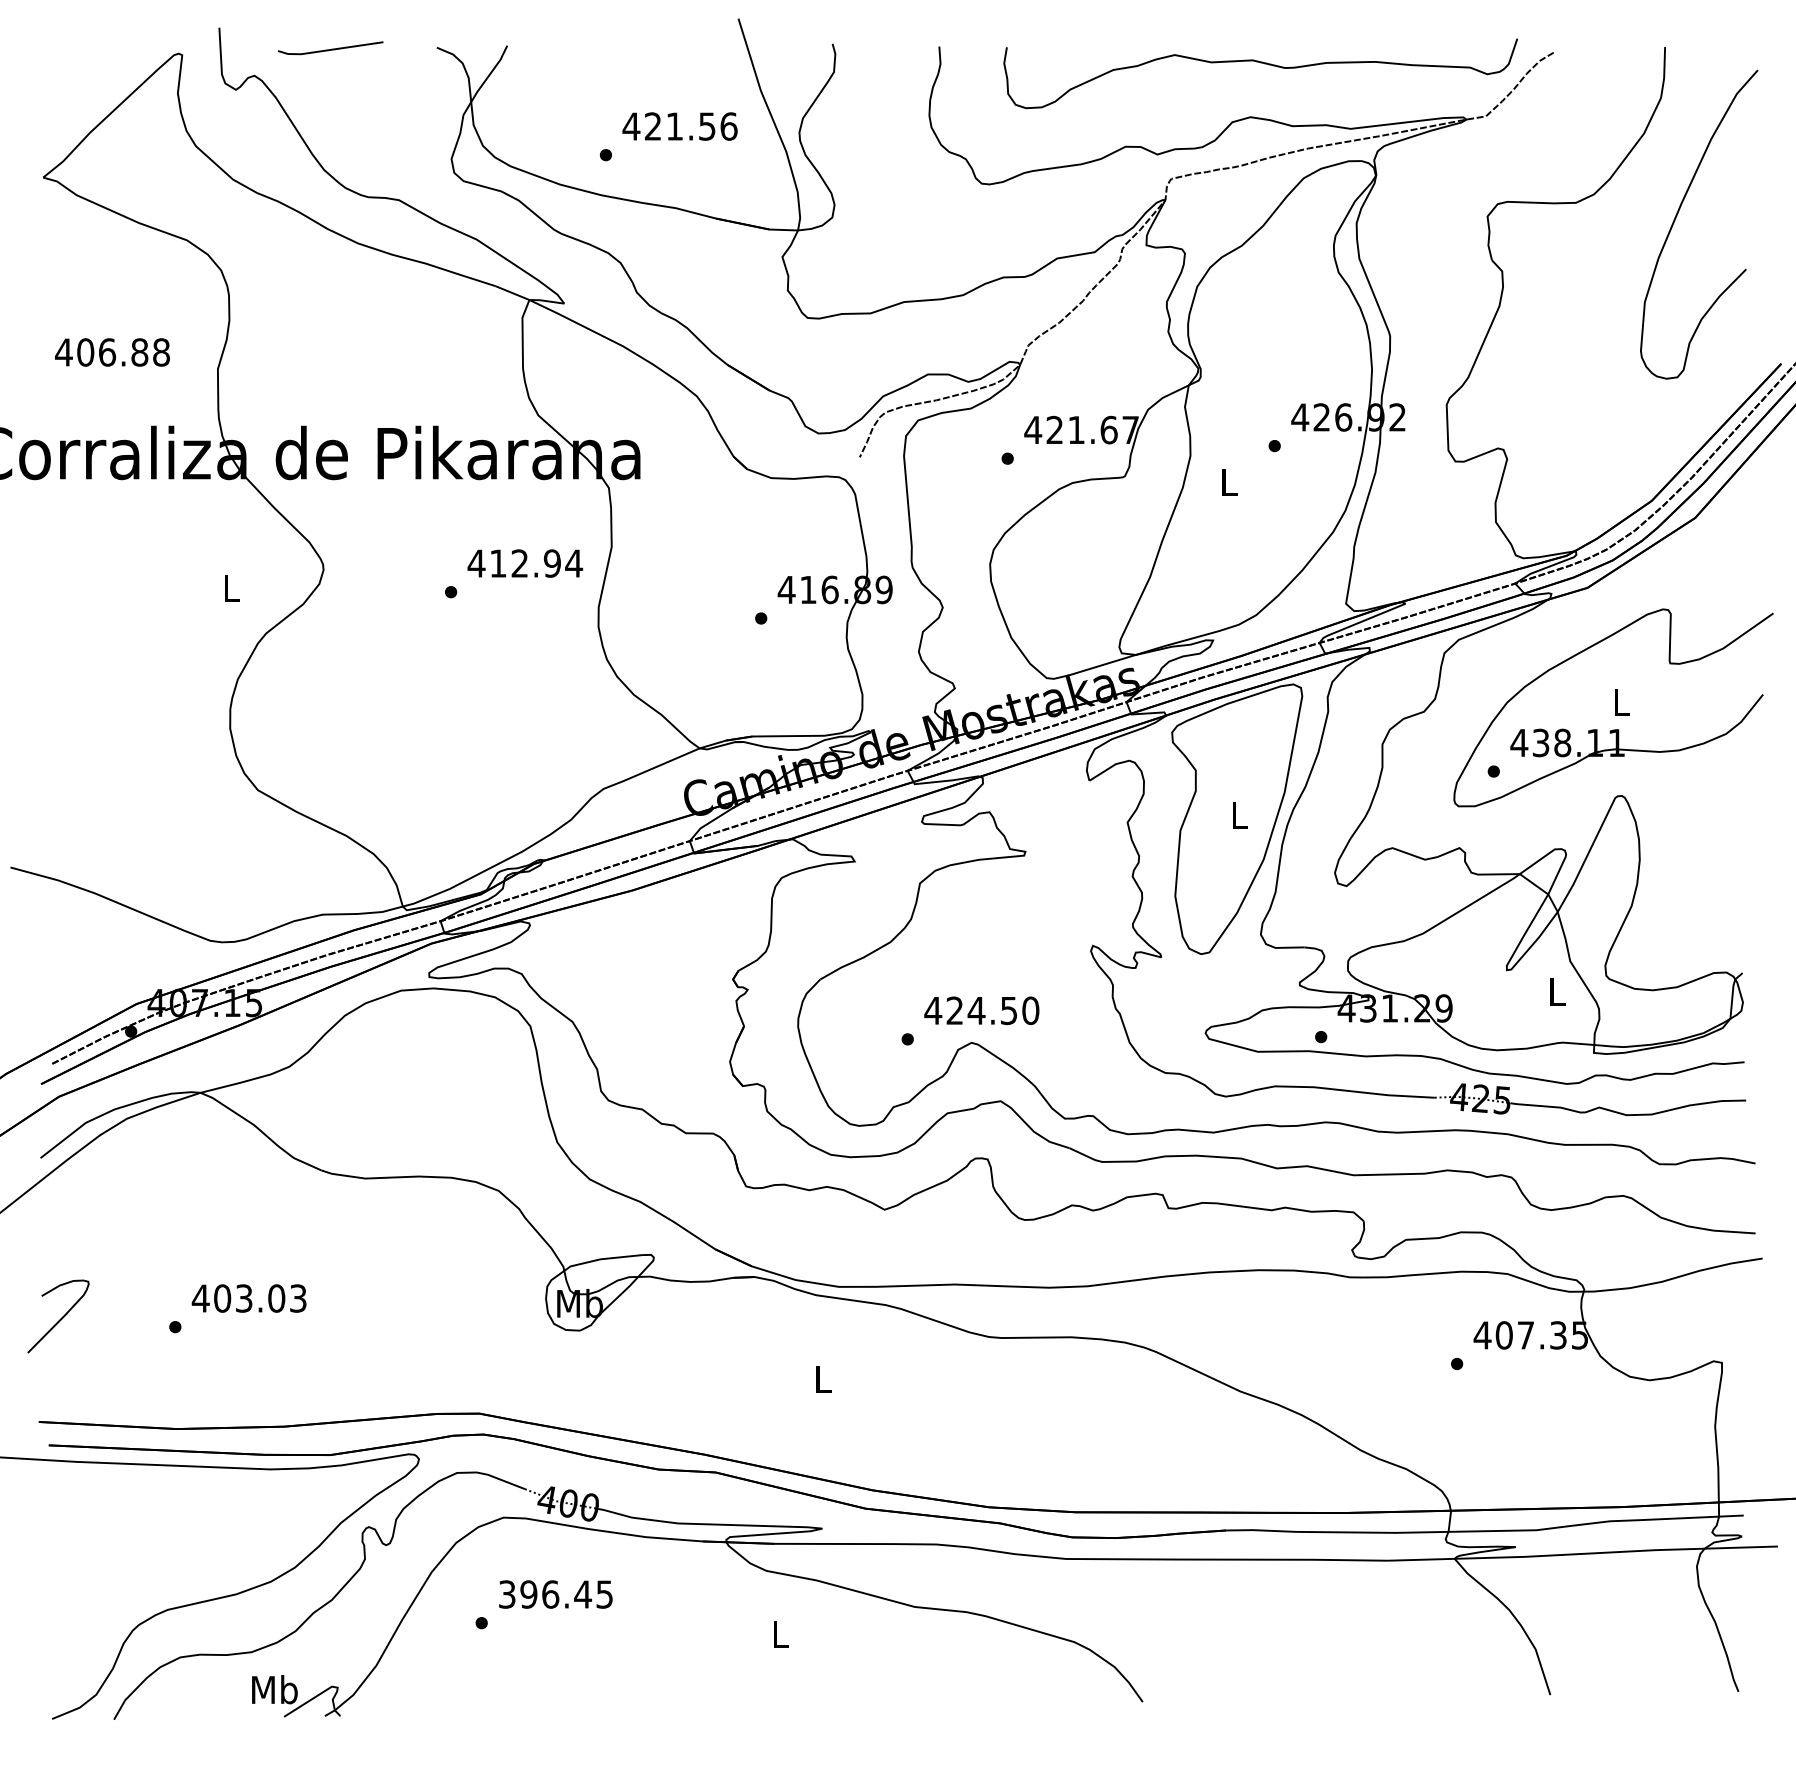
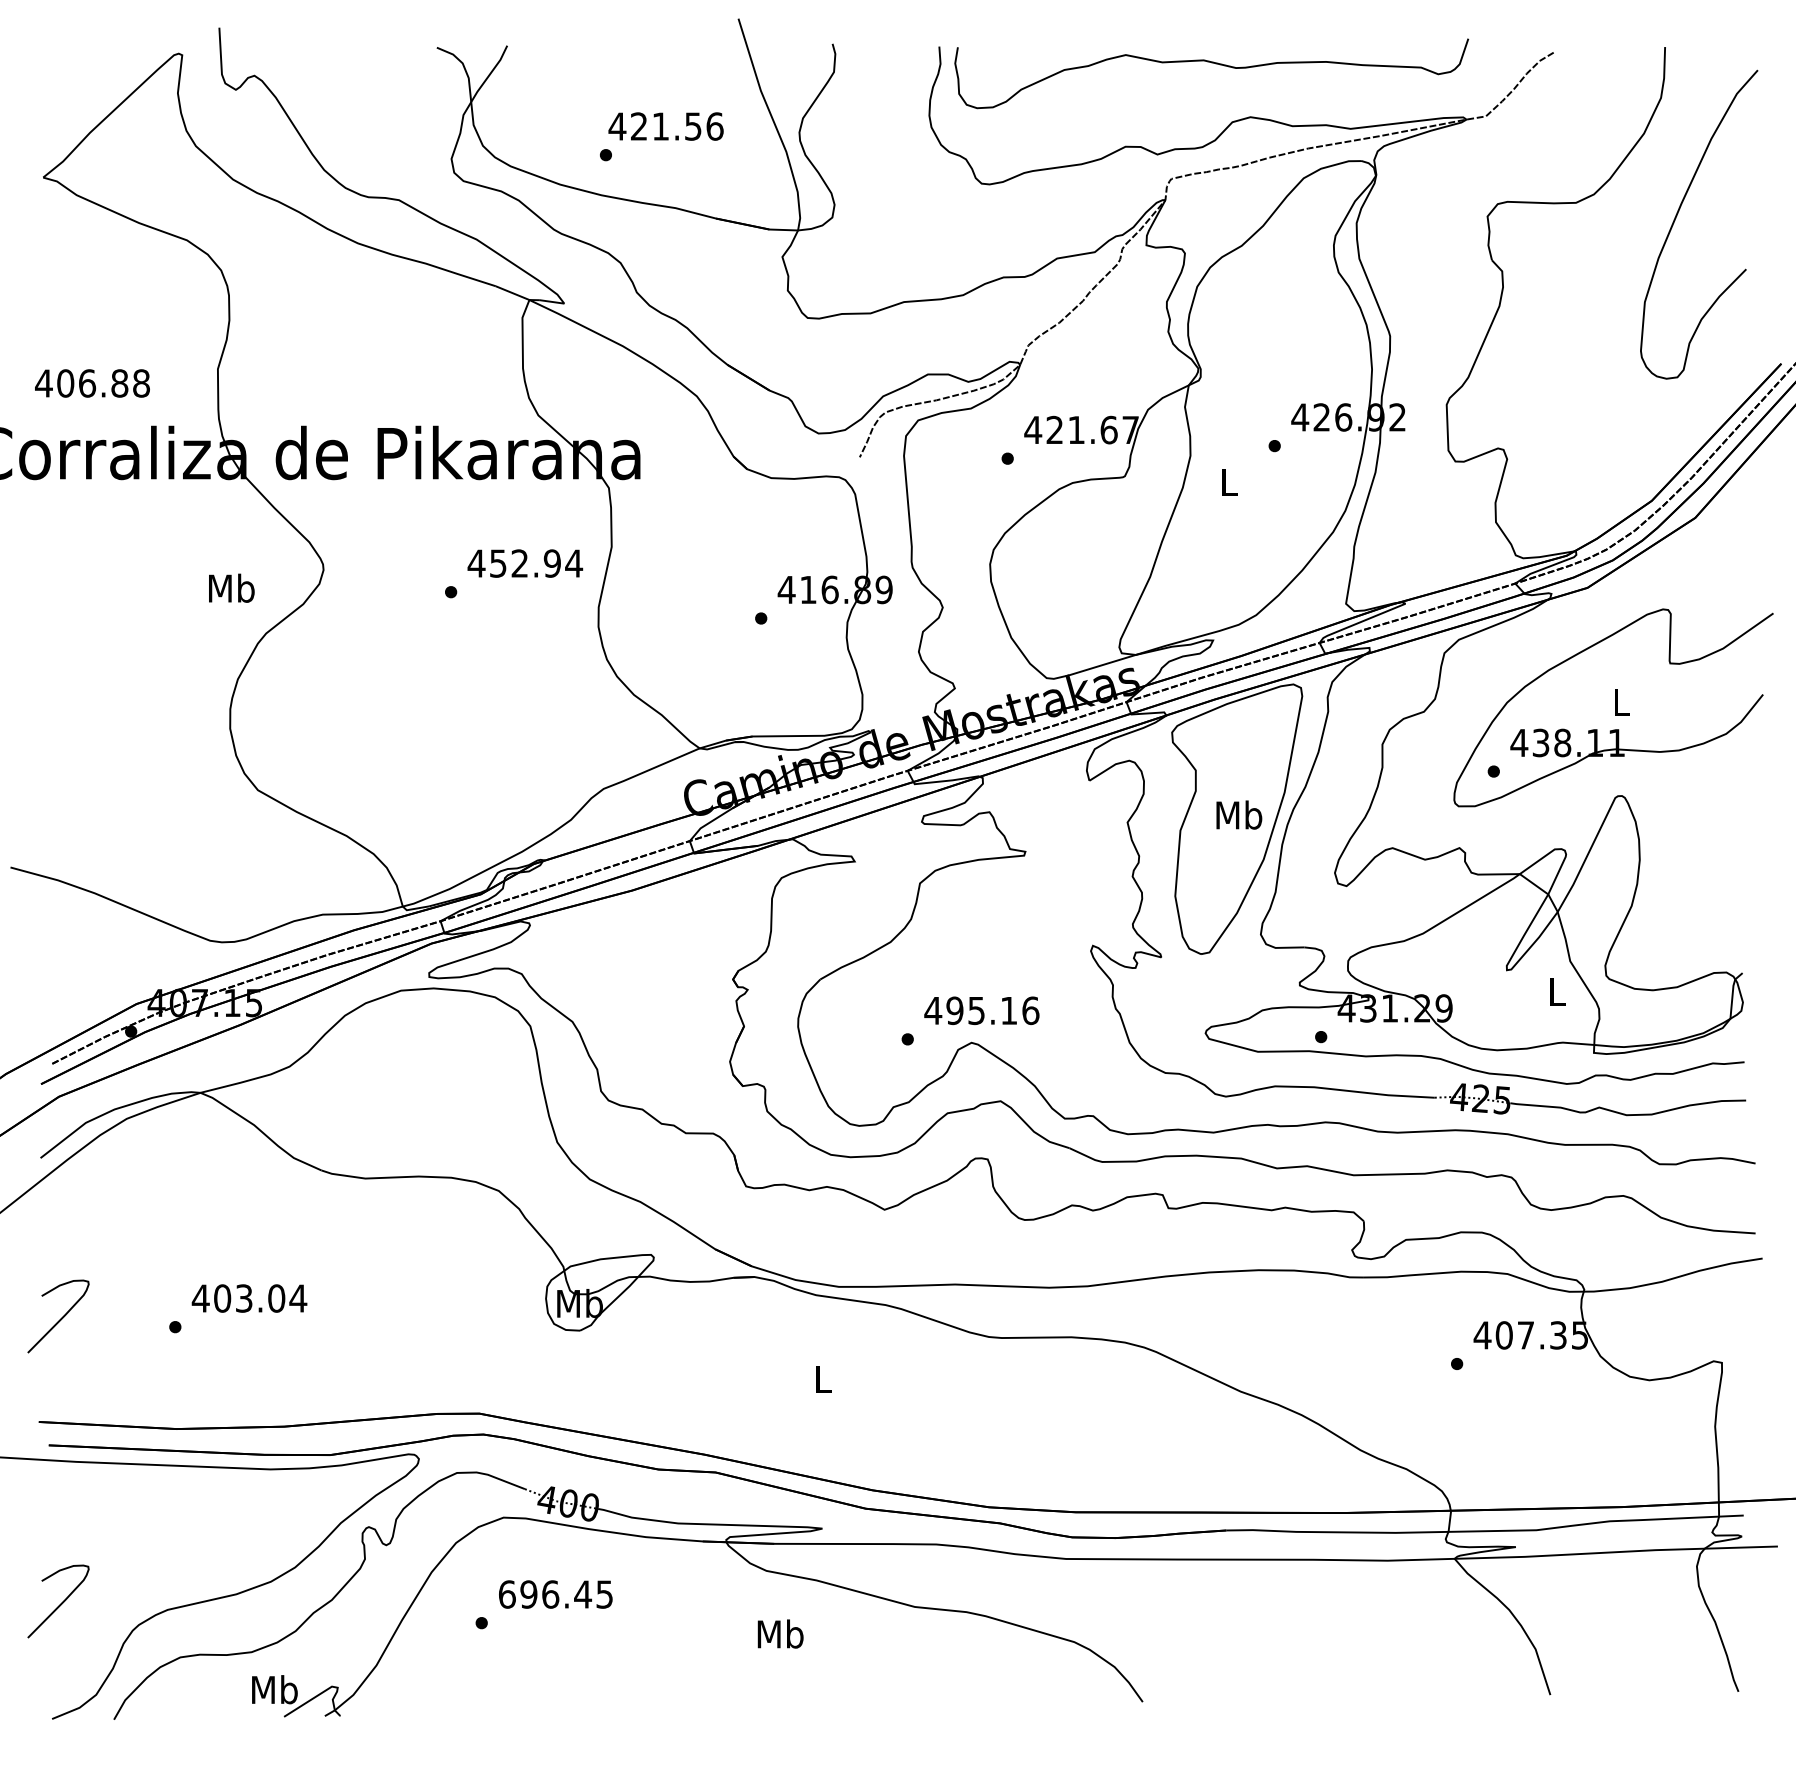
line at (331, 48): present -> none
curve at (1264, 64) position: (1264, 64) -> (1215, 64)
text at (679, 126) position: (679, 126) -> (665, 126)
text at (112, 352) position: (112, 352) -> (92, 383)
text at (498, 563): 412.94 -> 452.94
text at (231, 587): L -> Mb
text at (1239, 814): L -> Mb
text at (992, 1010): 424.50 -> 495.16
text at (298, 1298): 403.03 -> 403.04
text at (507, 1594): 396.45 -> 696.45
curve at (60, 1603): none -> present
text at (780, 1633): L -> Mb
